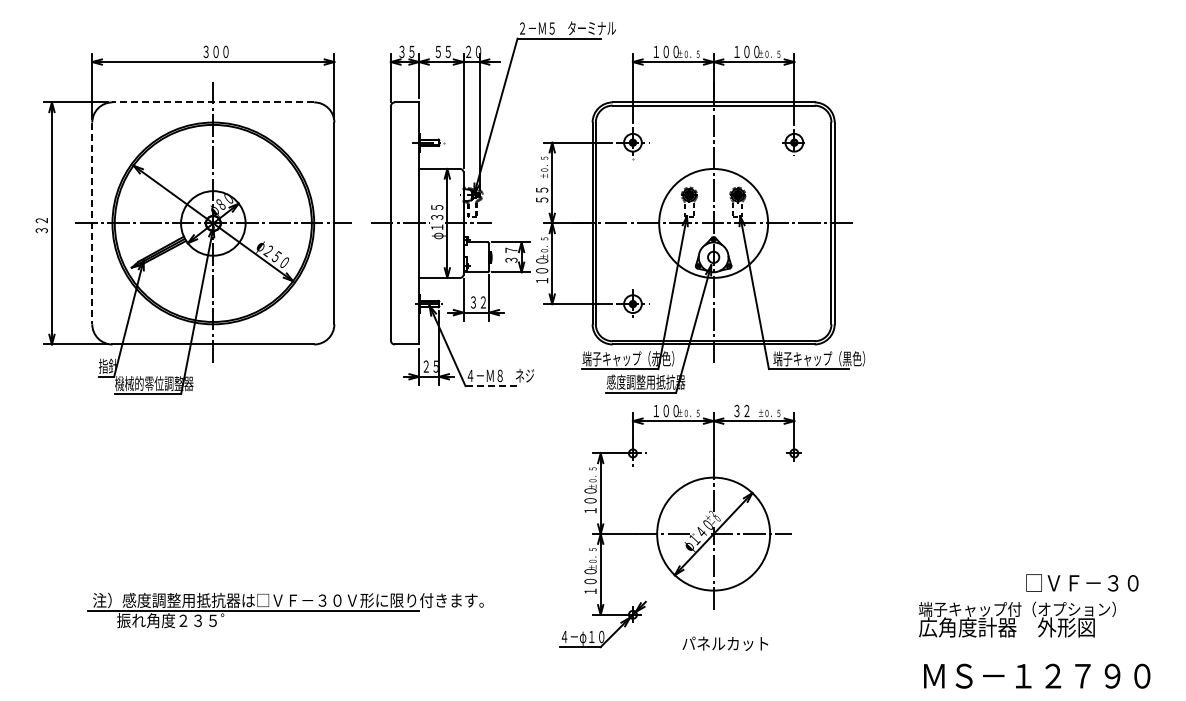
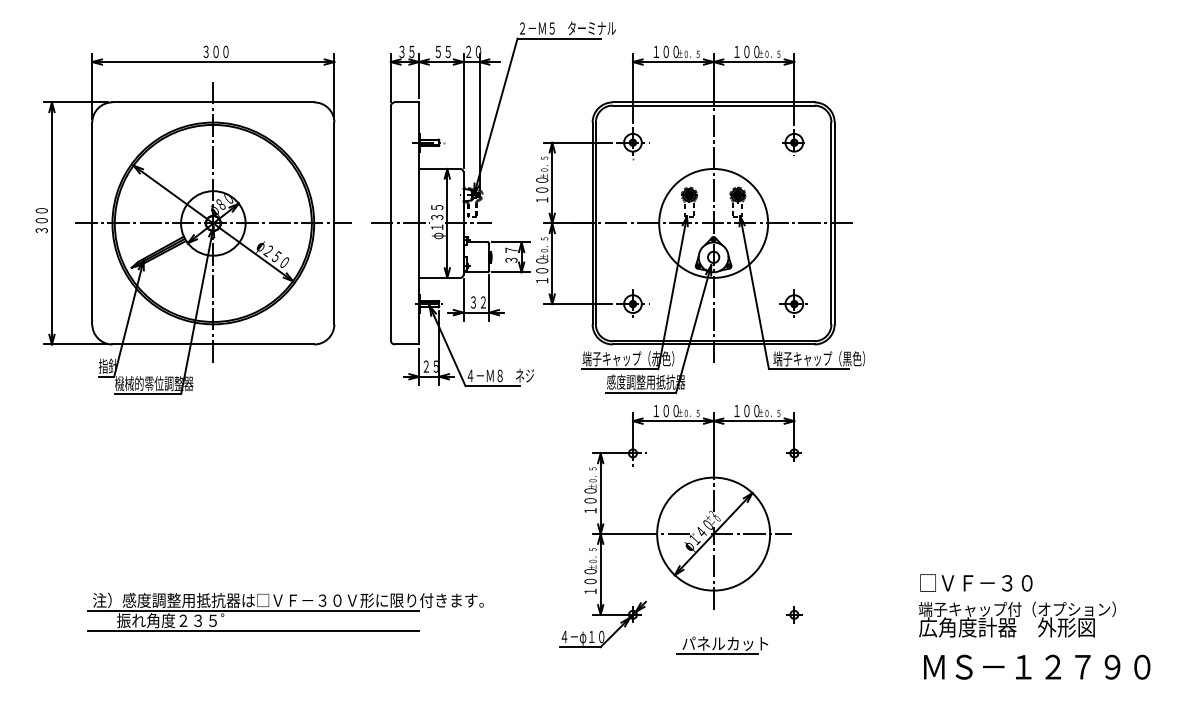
line at (213, 102): dashed -> solid
text at (542, 189): ５５ -> １００
text at (41, 215): ３２ -> ３００
line at (92, 223): dashed -> solid
part at (793, 303): none -> present
line at (493, 386): dashed -> solid
text at (746, 410): ３２ -> １００
text at (1082, 582) position: (1082, 582) -> (976, 582)
part at (794, 614): none -> present
line at (253, 630): none -> present
line at (717, 653): none -> present
text at (1037, 675) position: (1037, 675) -> (1037, 666)
